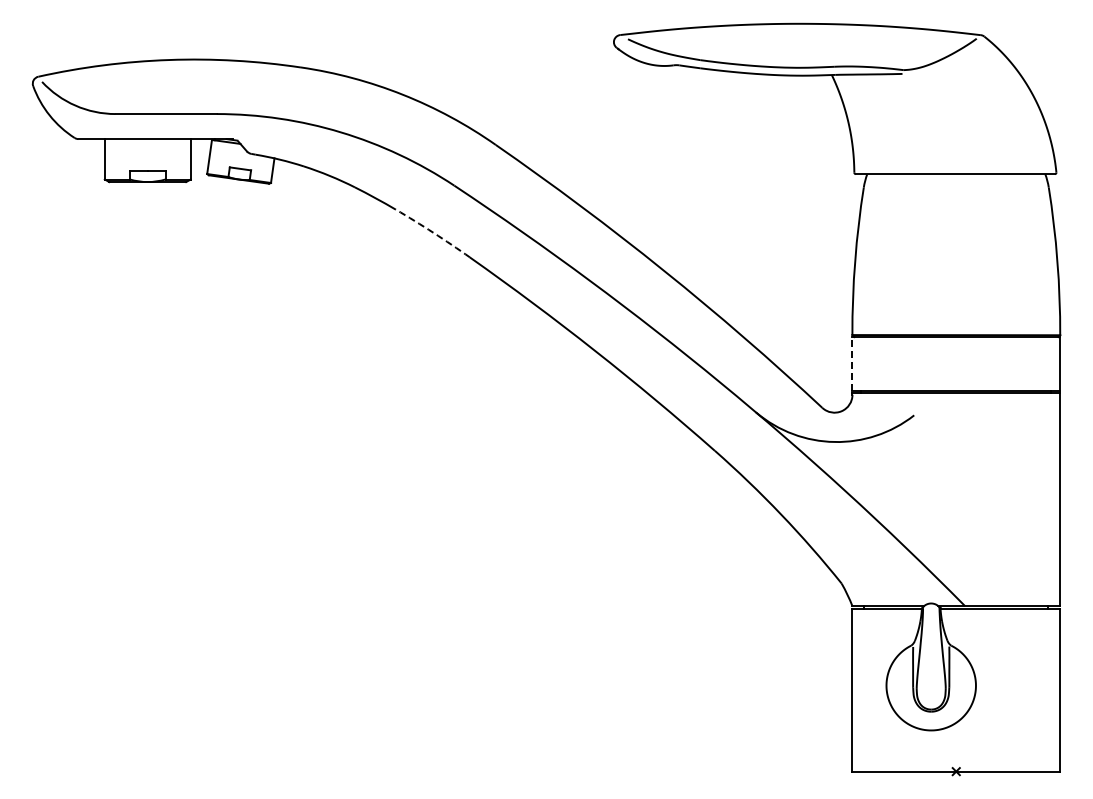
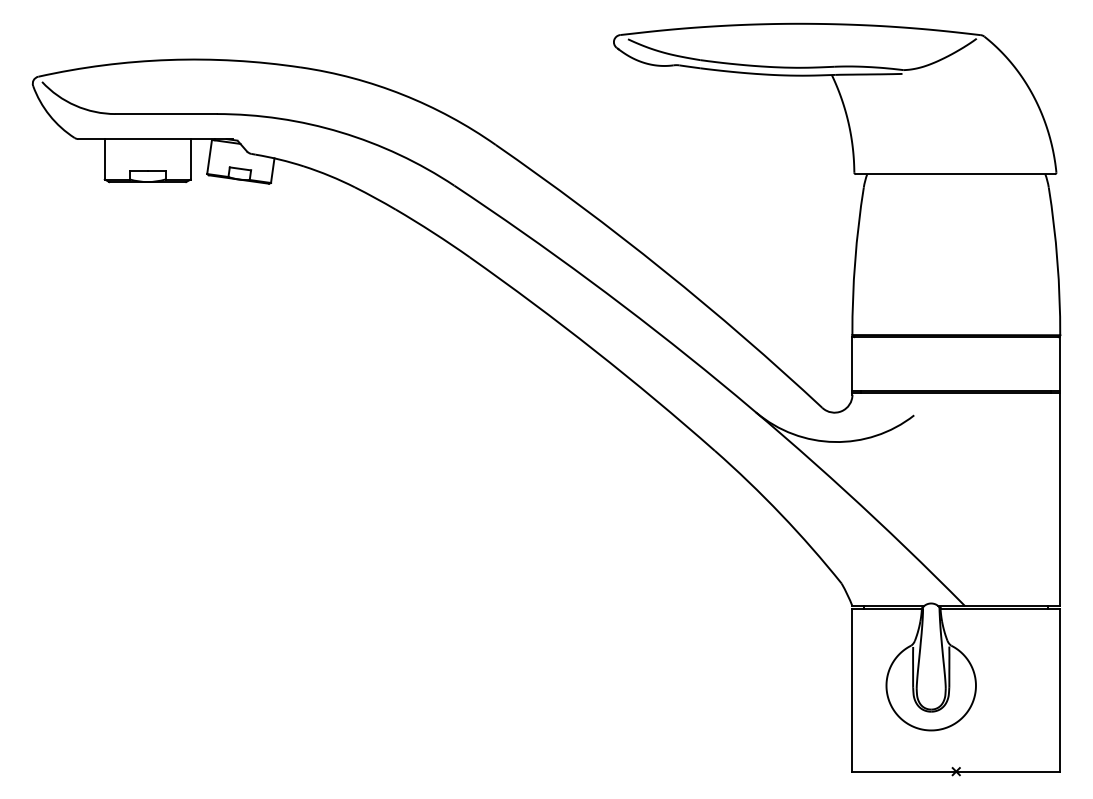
arc at (433, 232): dashed -> solid
line at (852, 363): dashed -> solid
